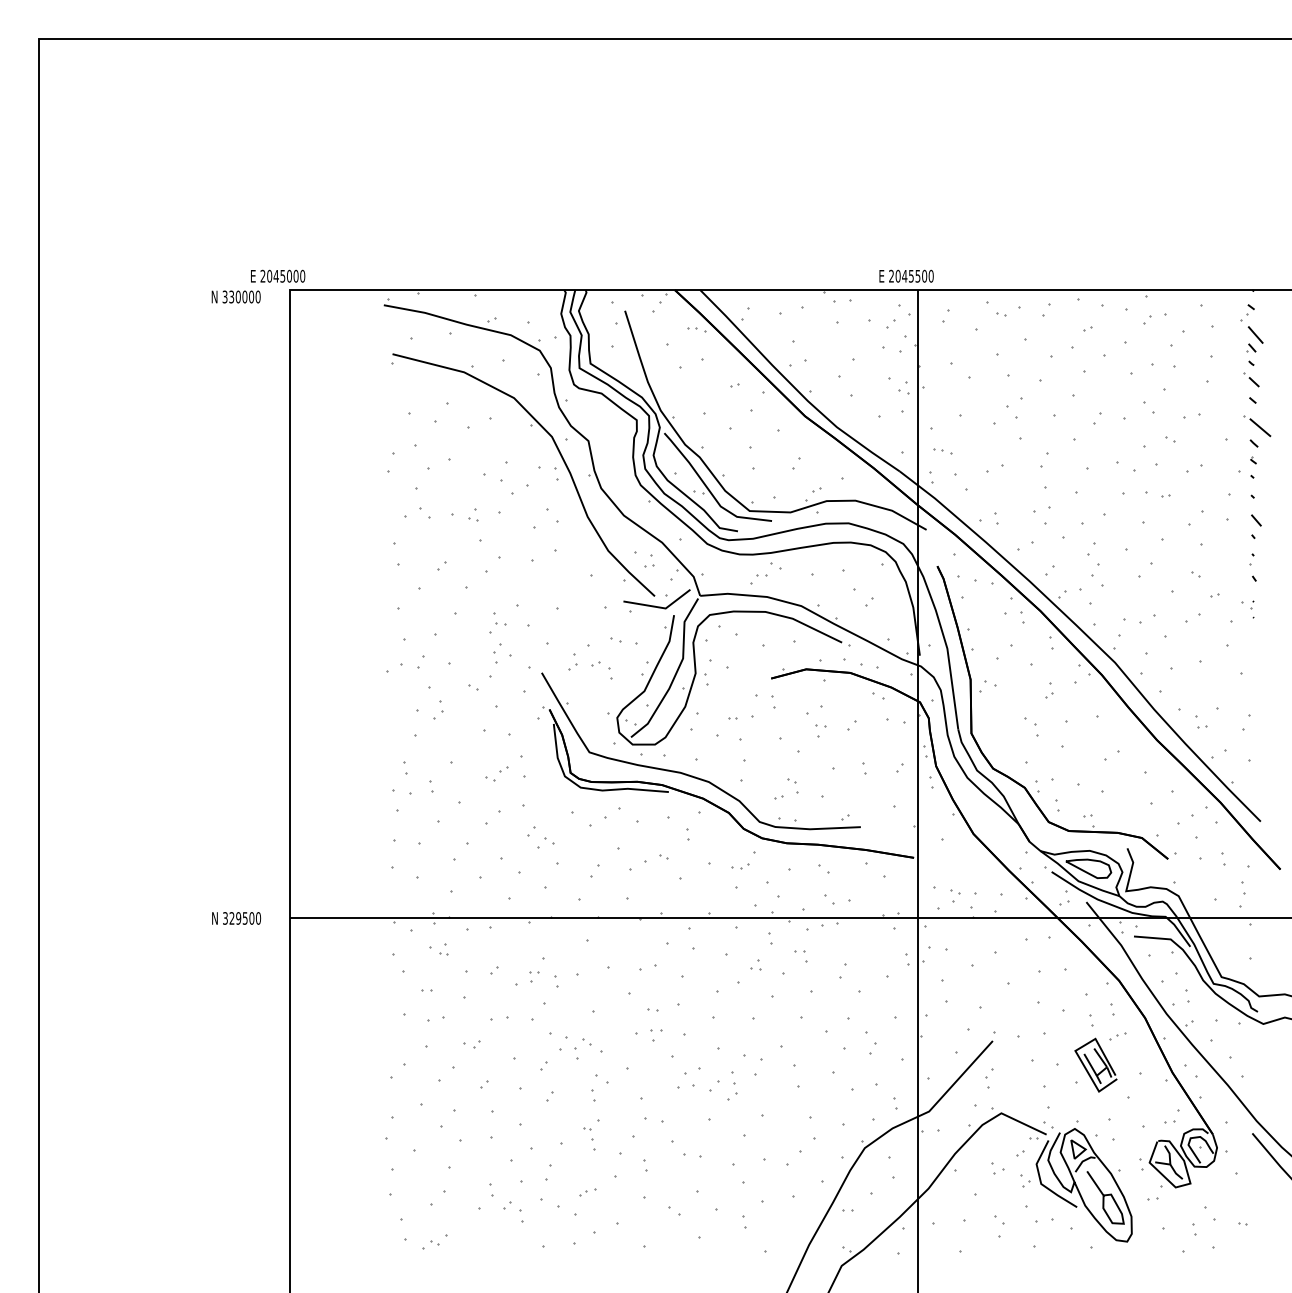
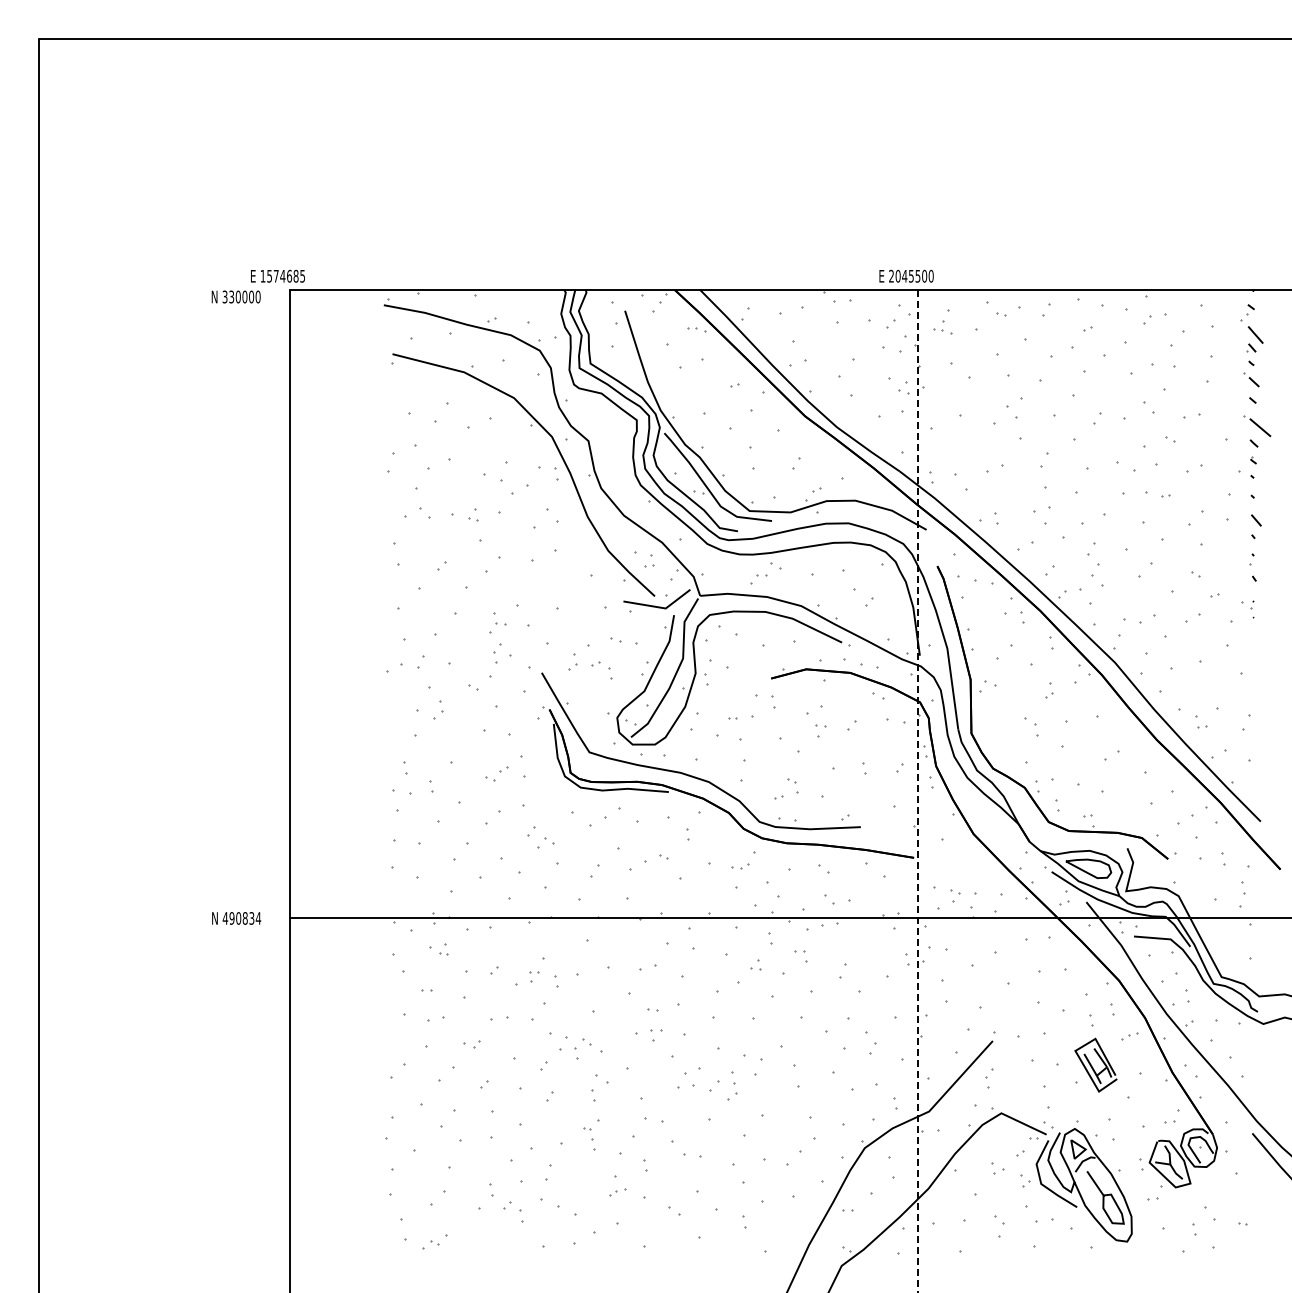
text at (282, 275): 2045000 -> 1574685
part at (942, 451) position: (942, 451) -> (942, 331)
line at (918, 791): solid -> dashed
text at (241, 918): 329500 -> 490834
part at (1117, 1036) position: (1117, 1036) -> (1129, 1036)
part at (587, 1192) position: (587, 1192) -> (617, 1192)
